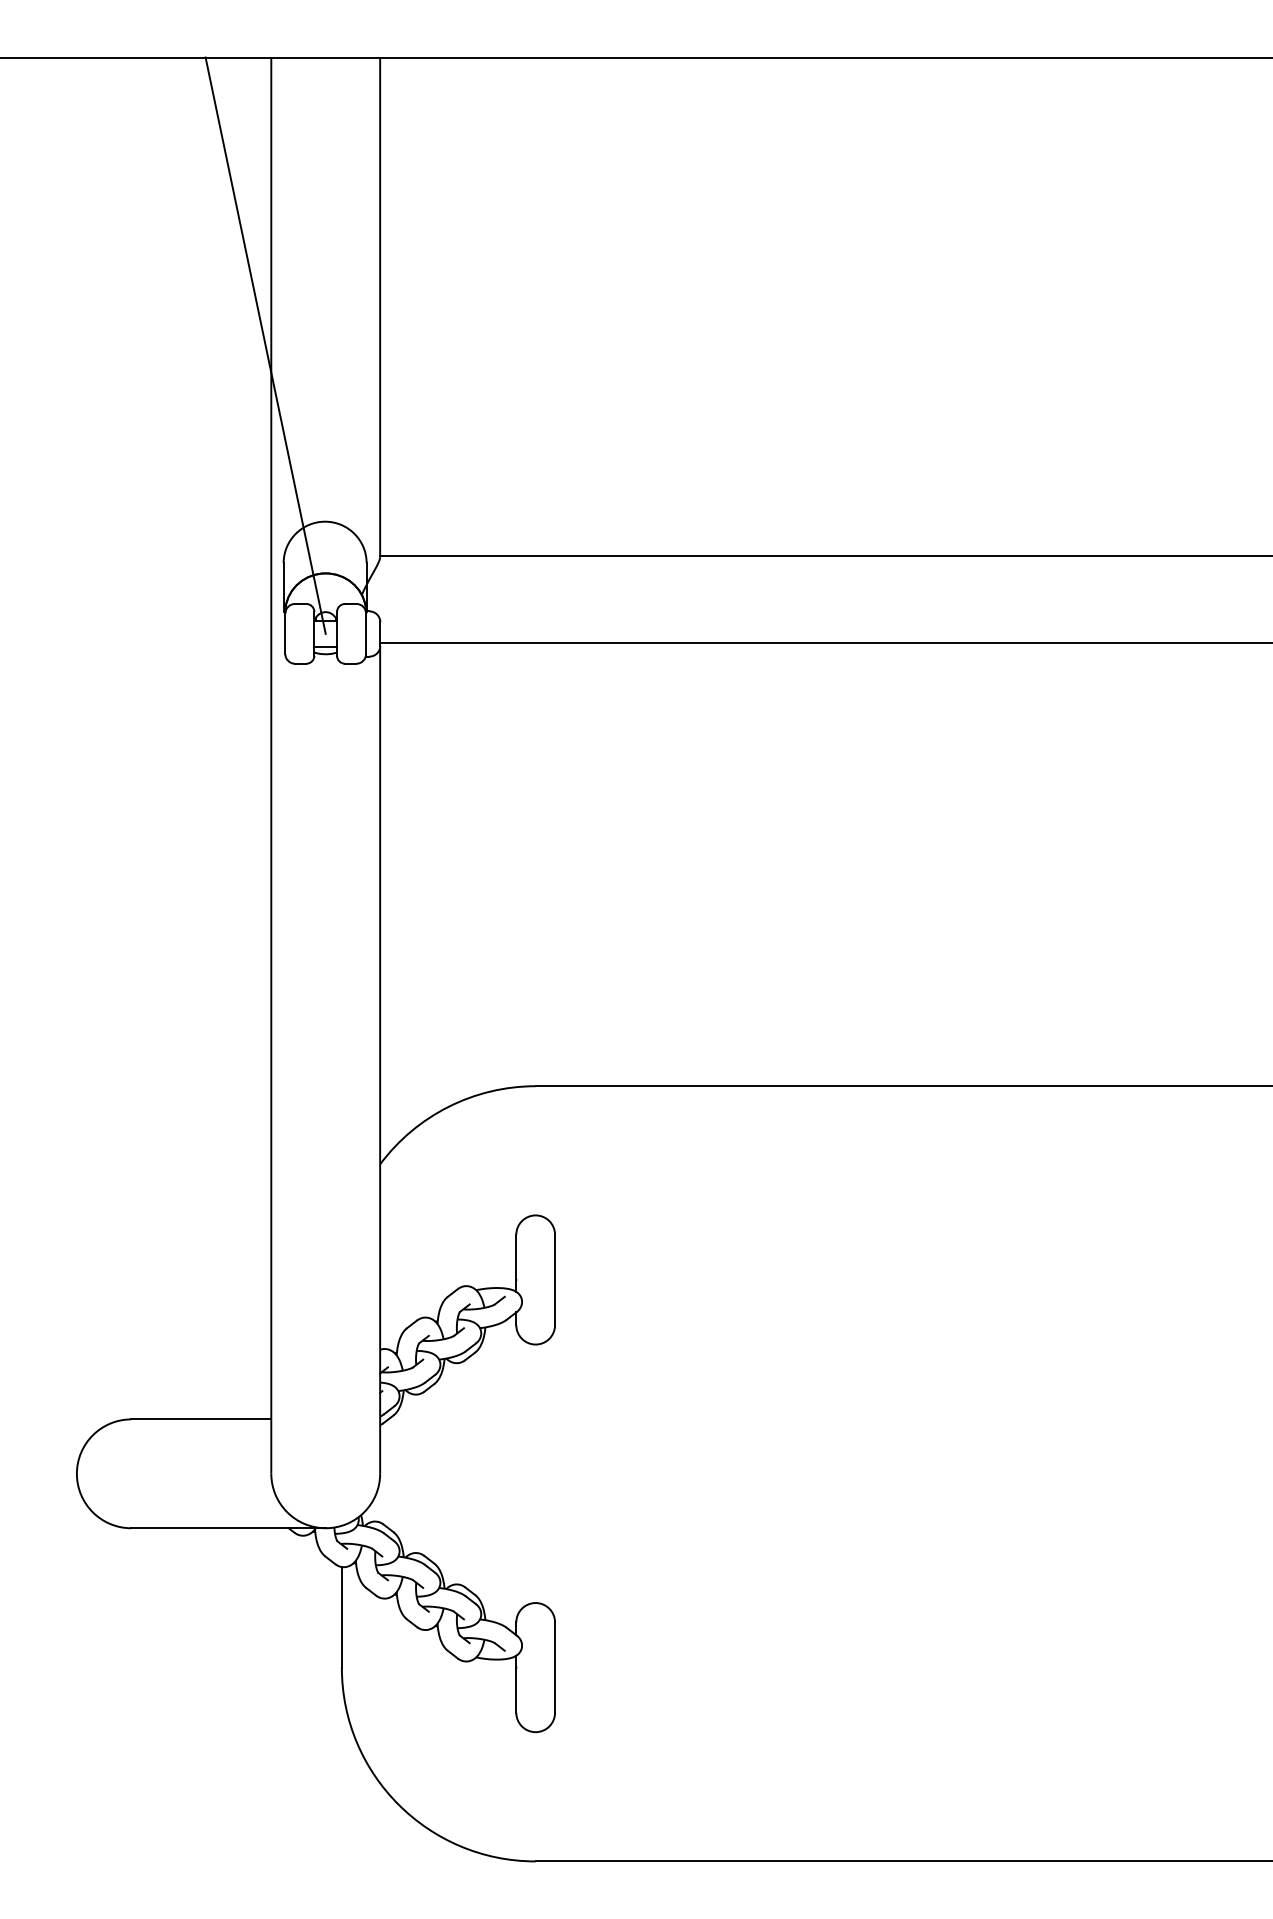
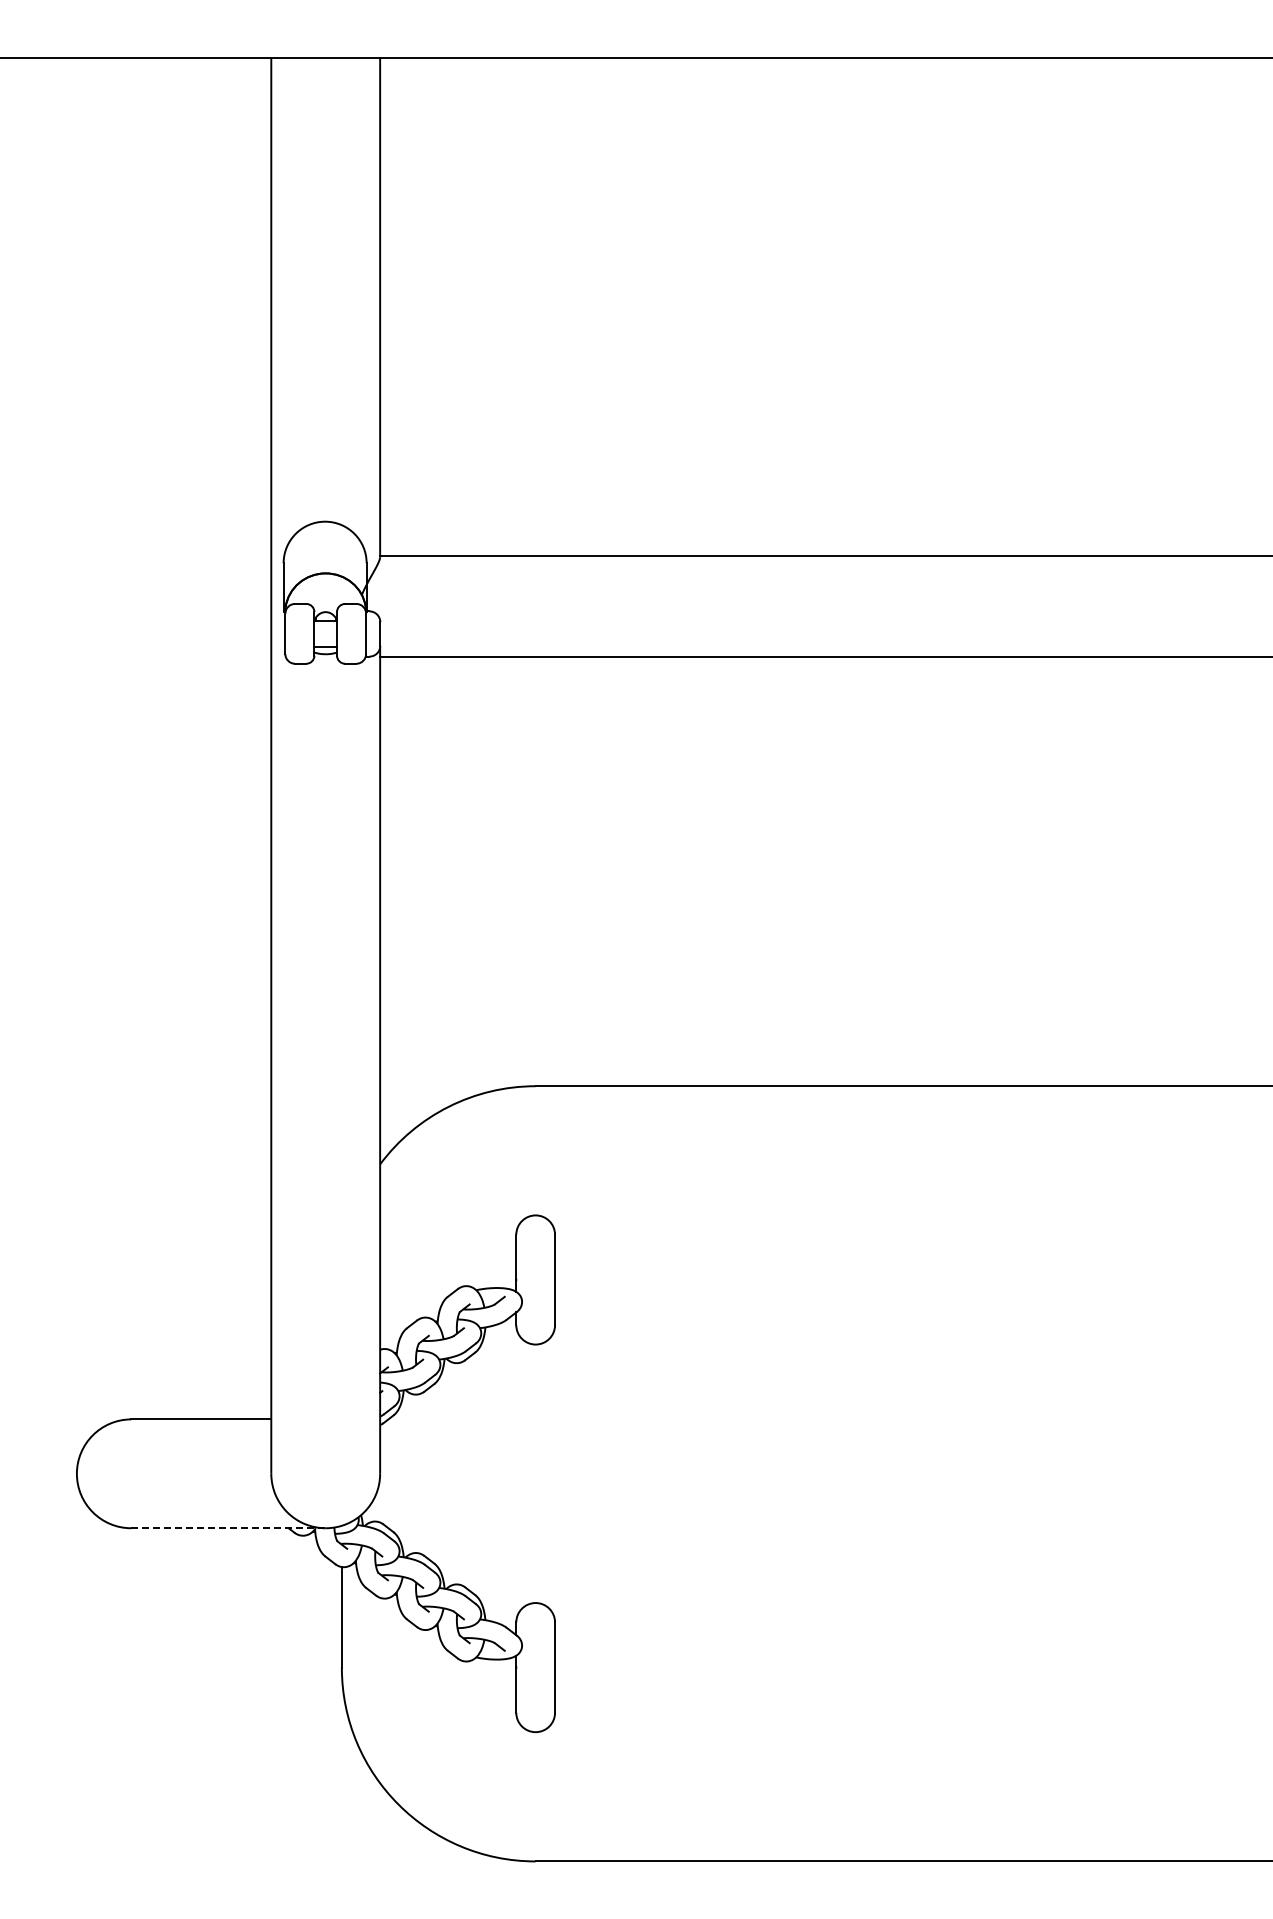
line at (265, 345): present -> none
line at (824, 642) position: (824, 642) -> (824, 656)
line at (229, 1528): solid -> dashed
